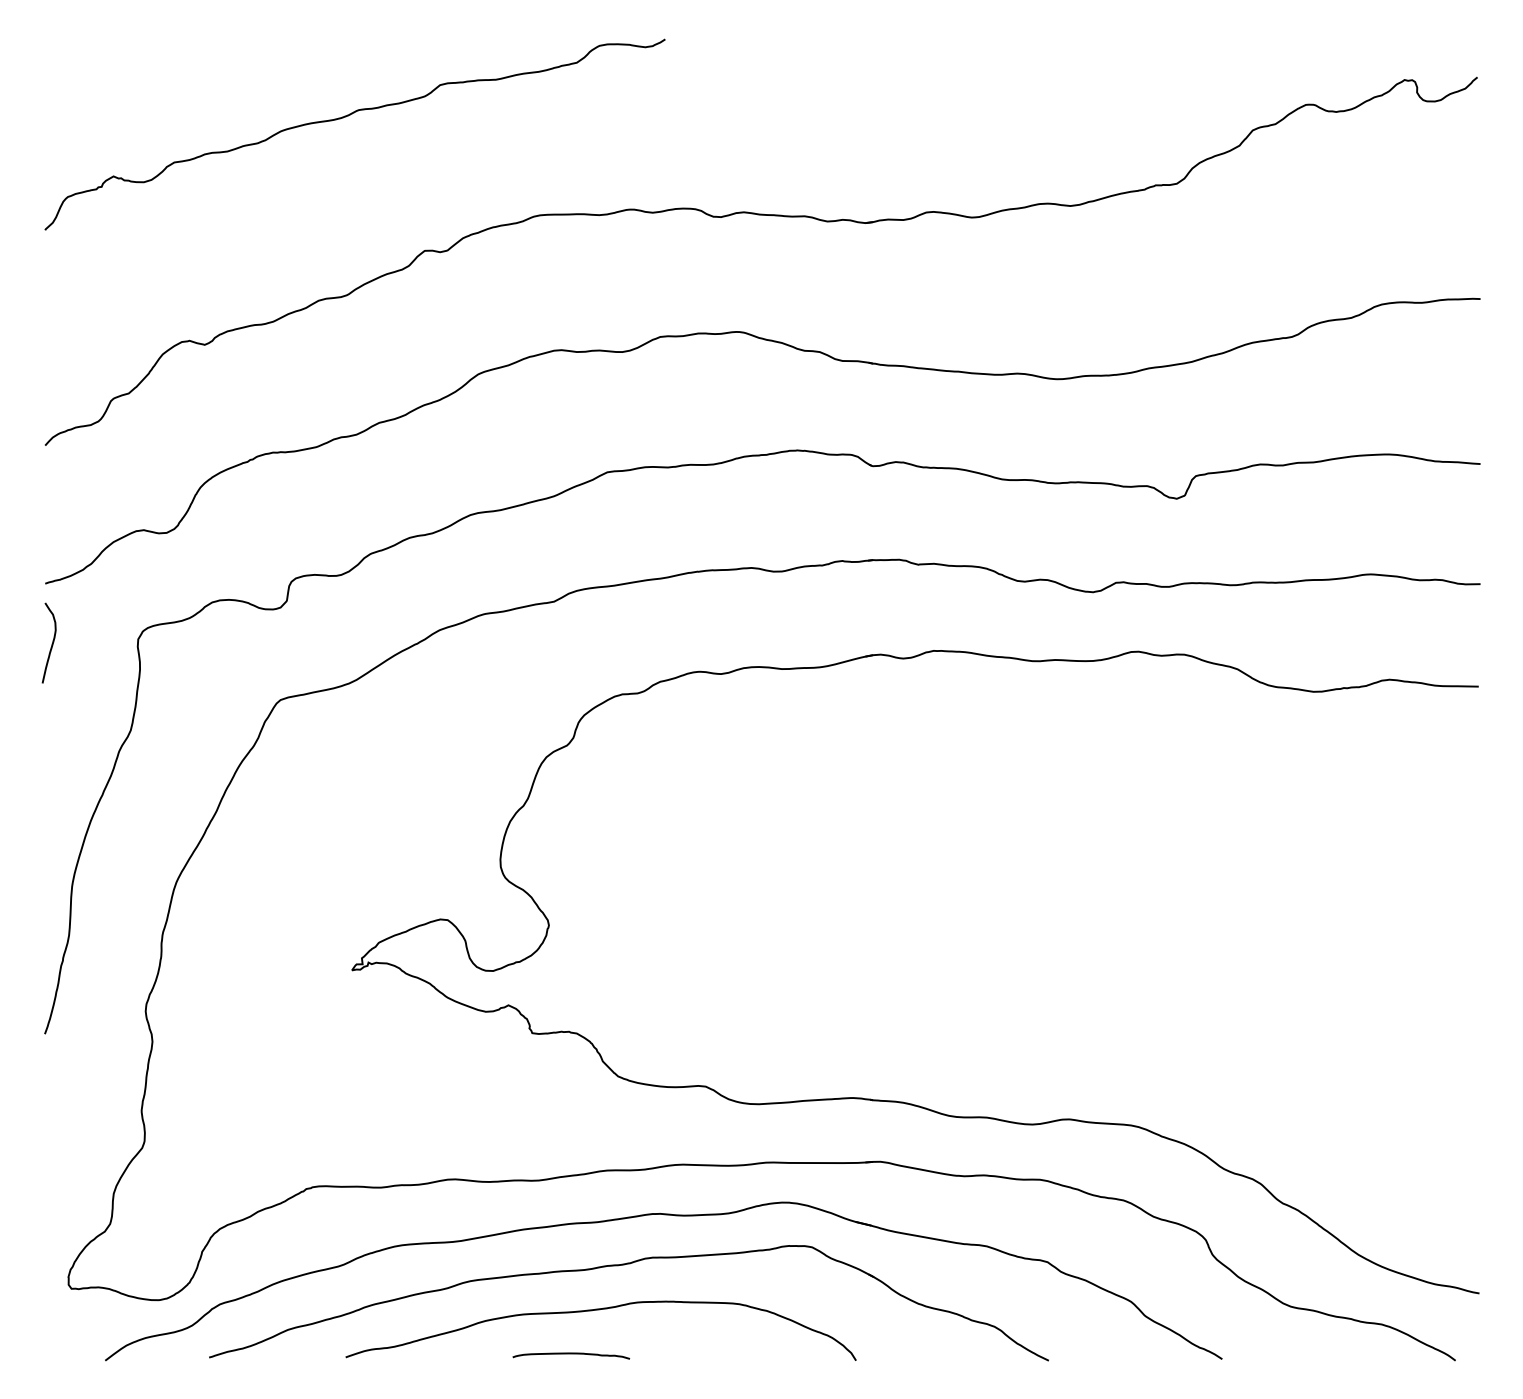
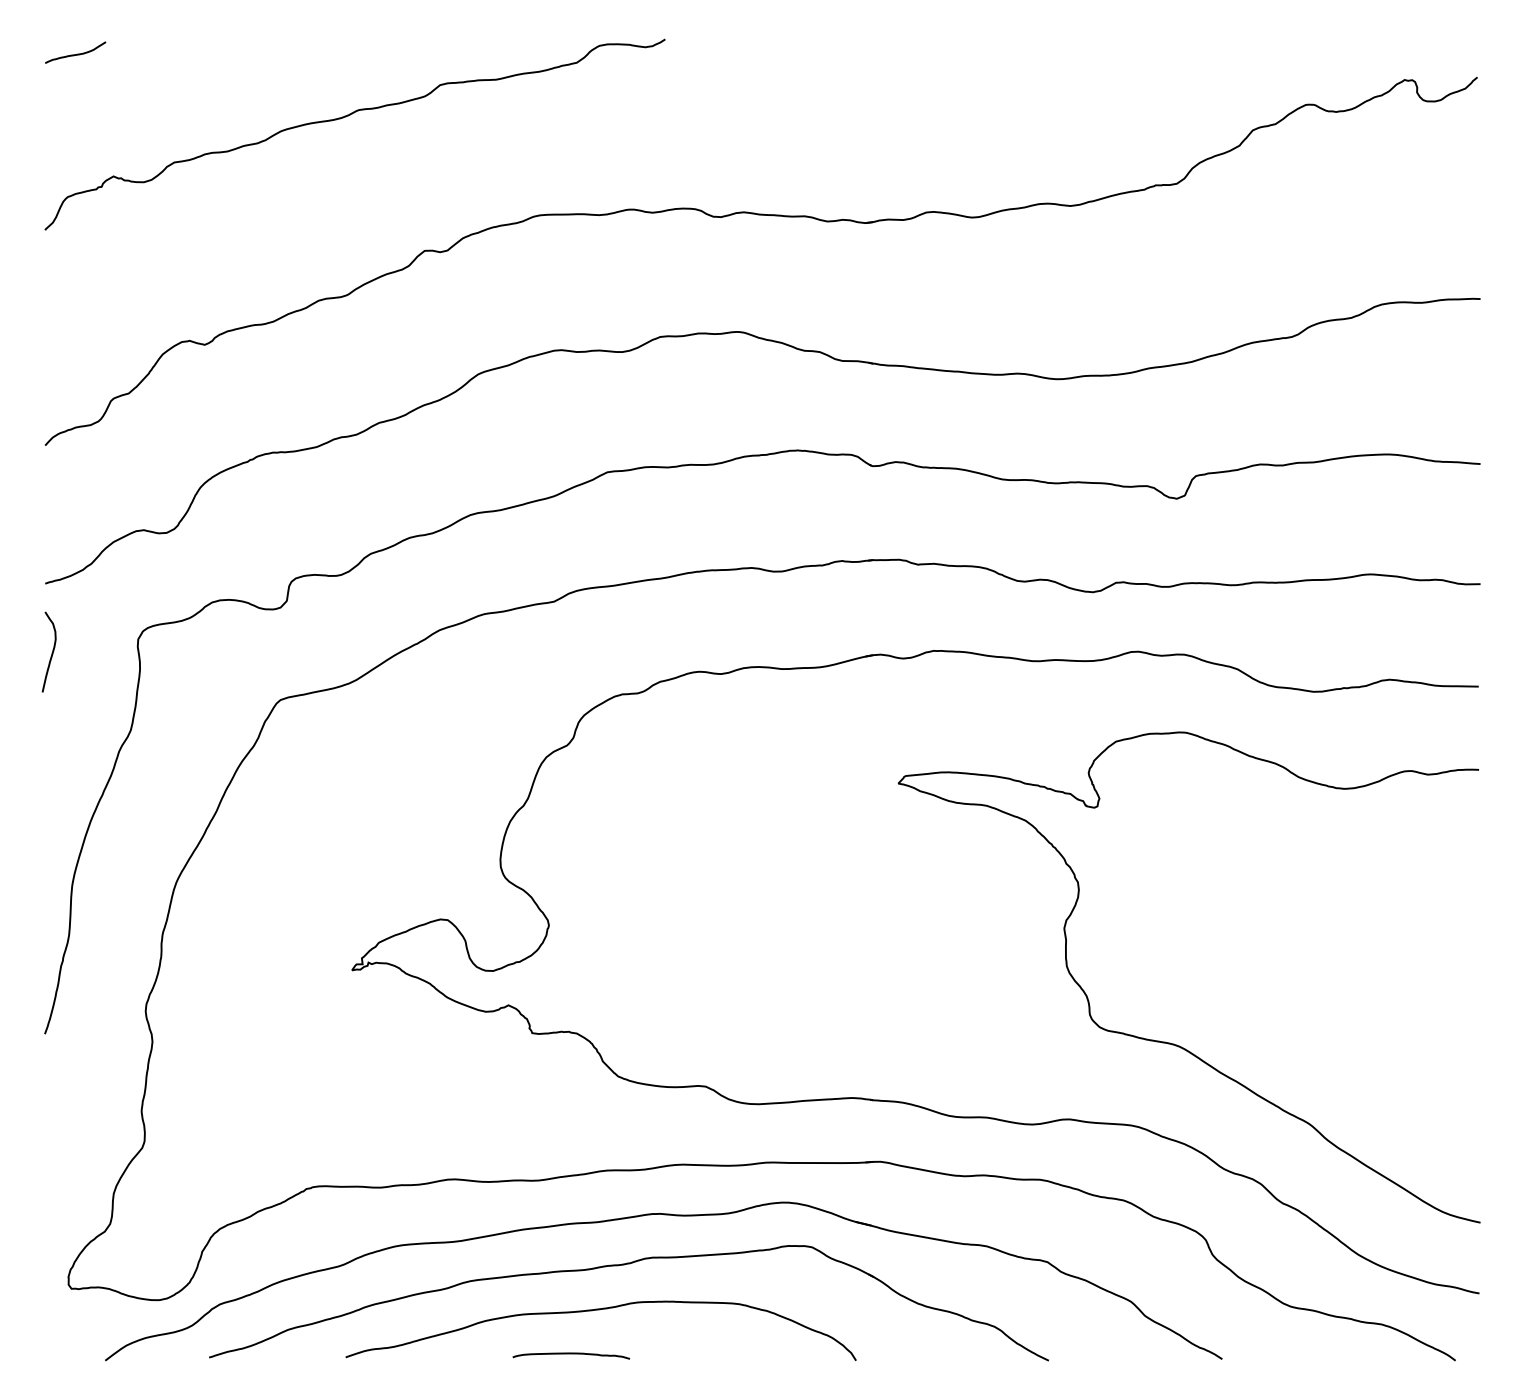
curve at (75, 54): none -> present
curve at (51, 644) position: (51, 644) -> (51, 653)
curve at (1170, 1042): none -> present
